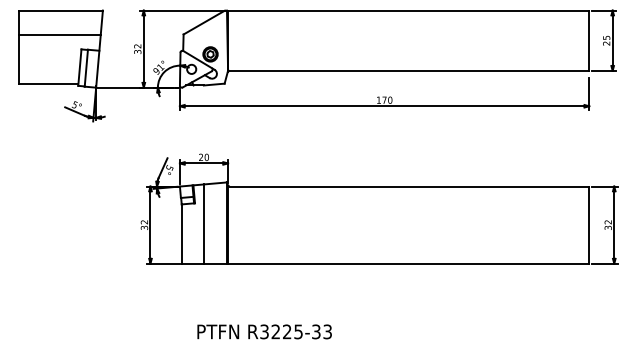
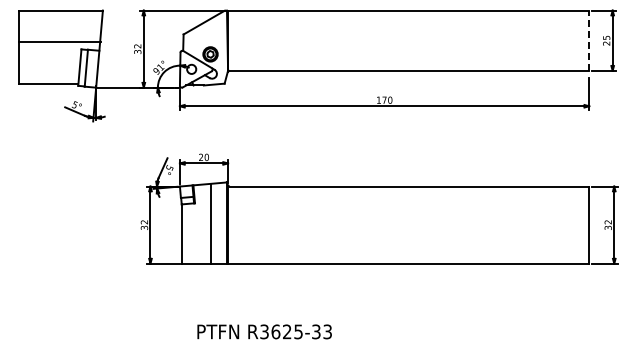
line at (59, 34) position: (59, 34) -> (59, 41)
line at (589, 40): solid -> dashed
line at (203, 223) position: (203, 223) -> (210, 223)
text at (275, 331): R3225-33 -> R3625-33
